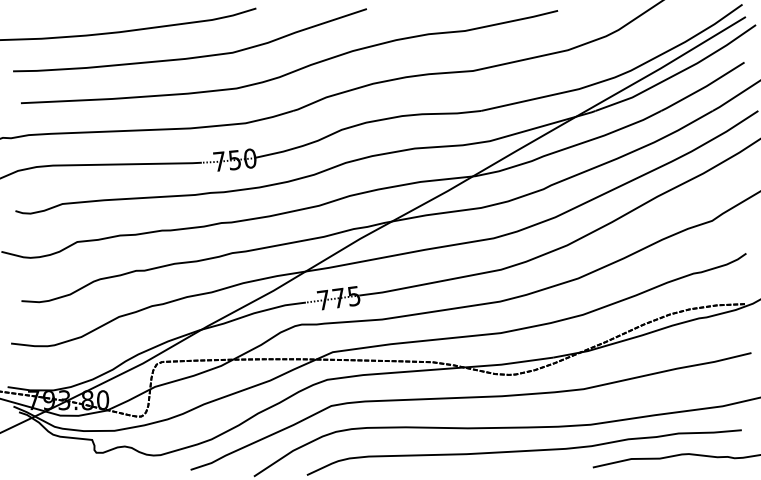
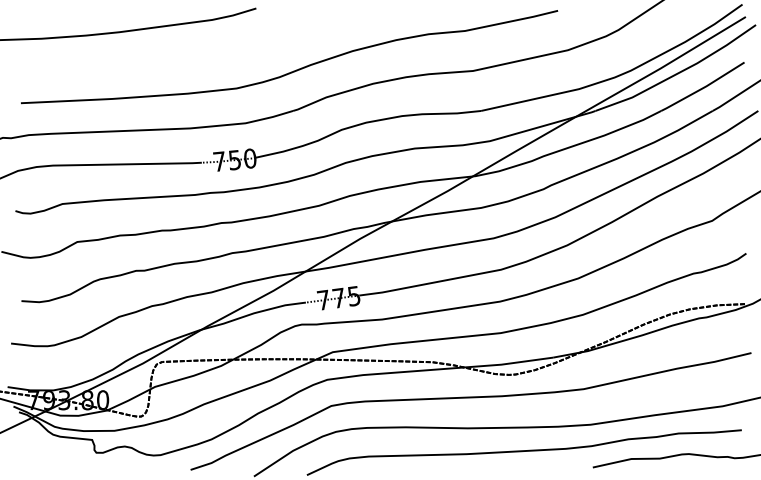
curve at (194, 56): present -> none
